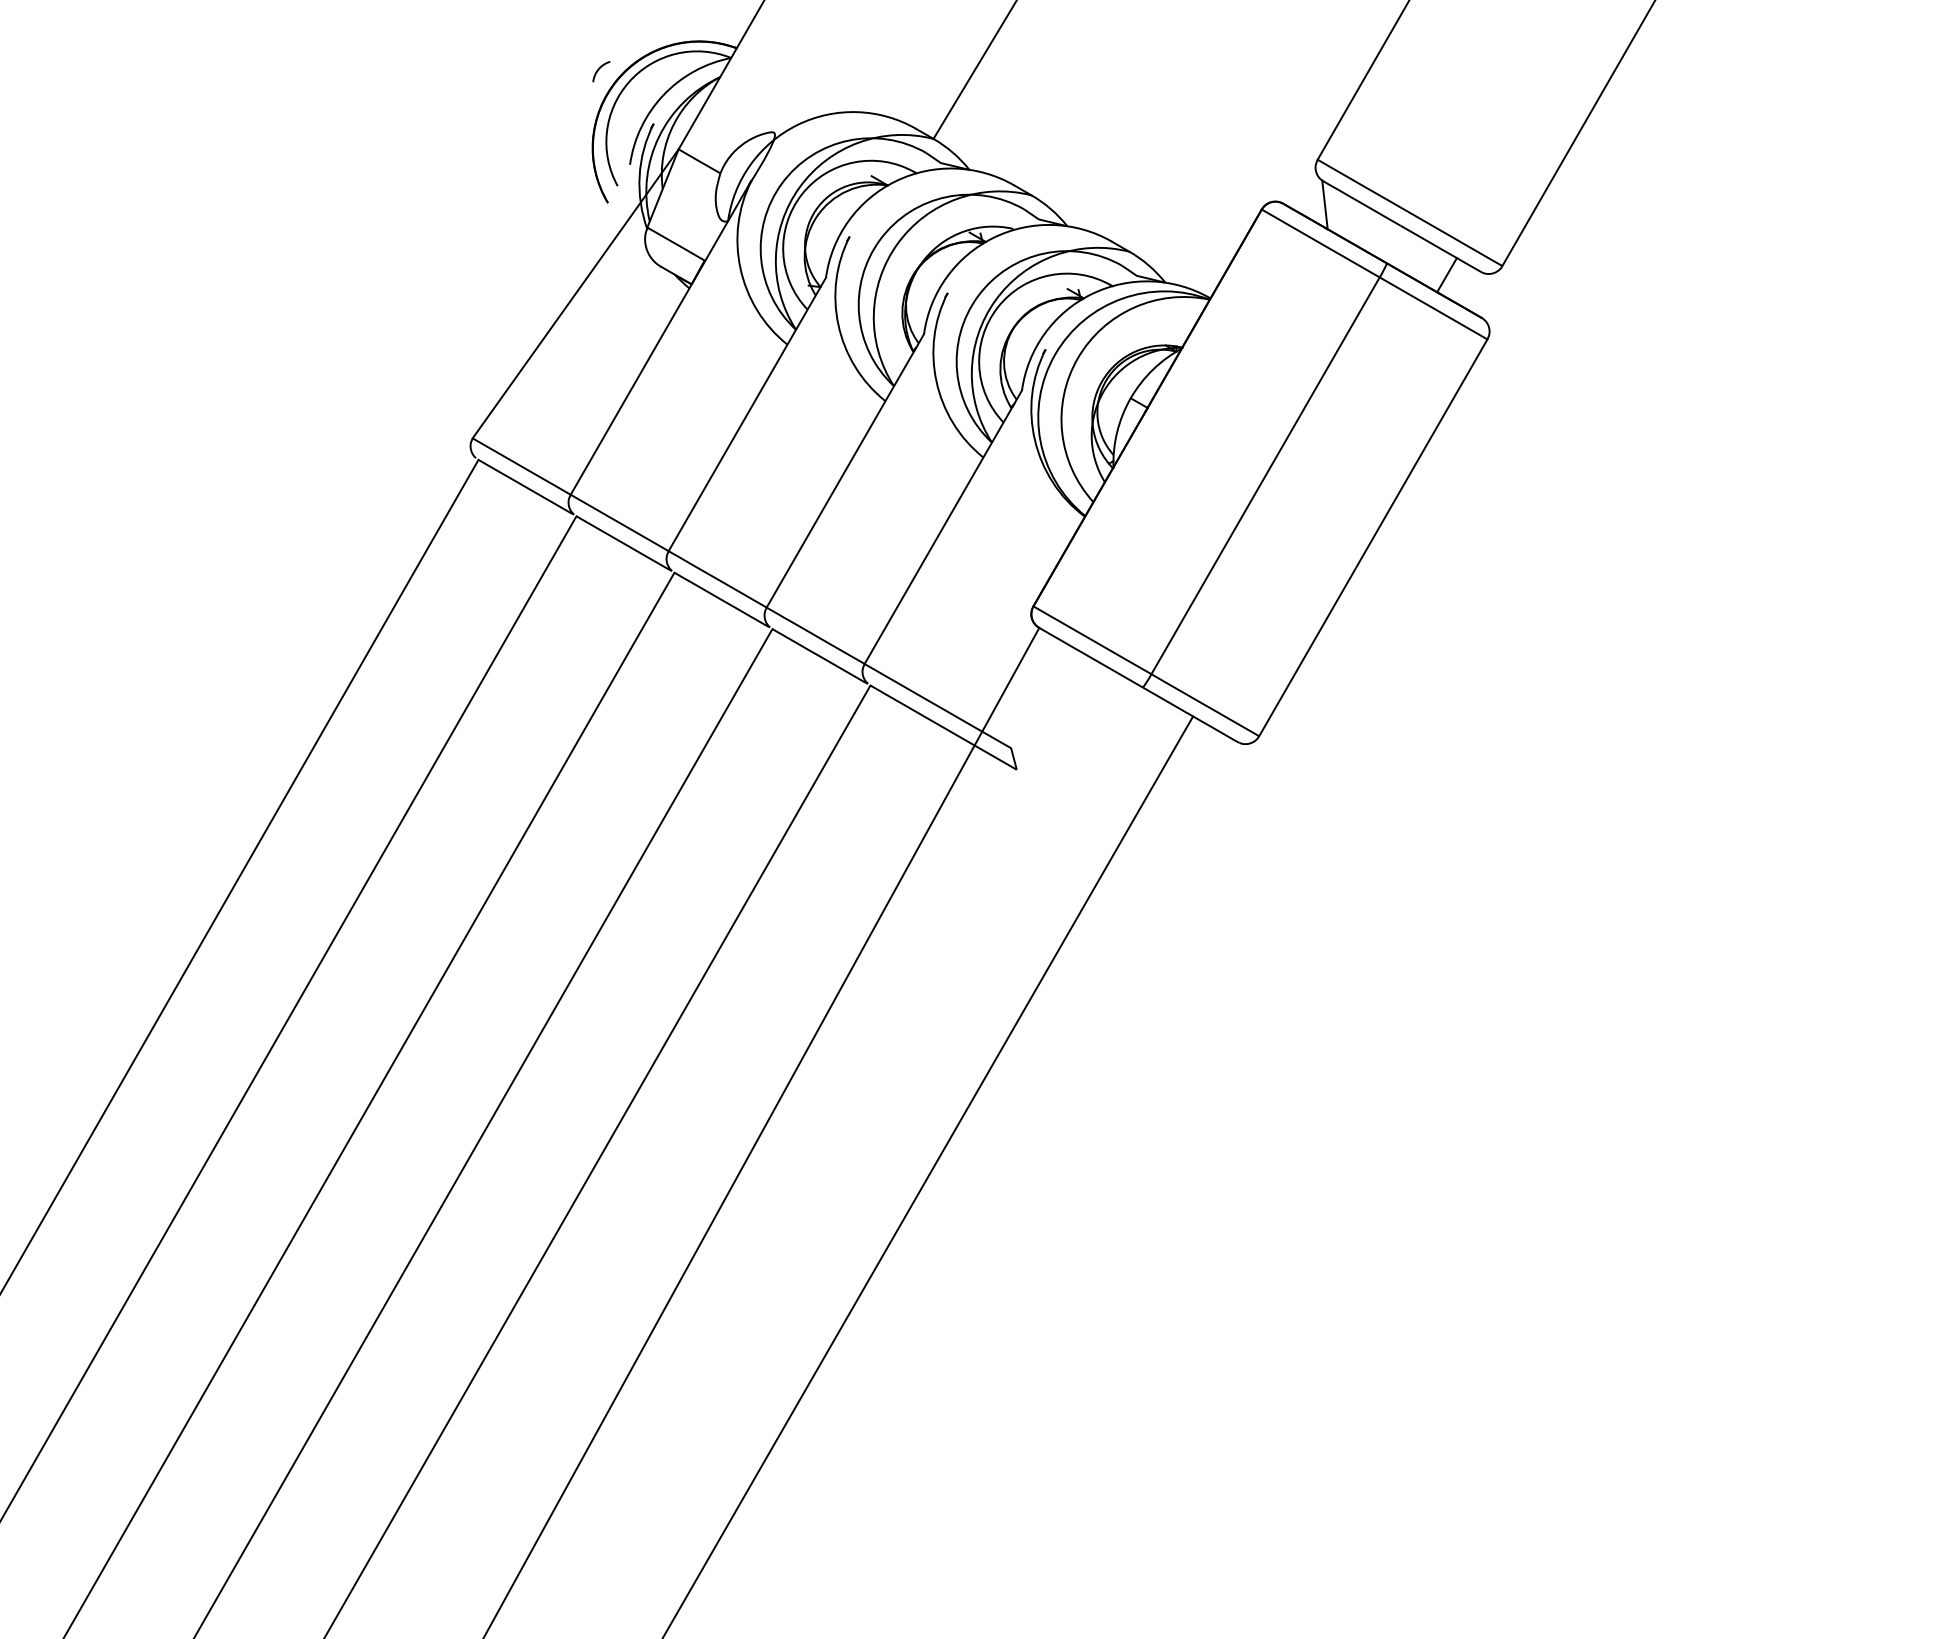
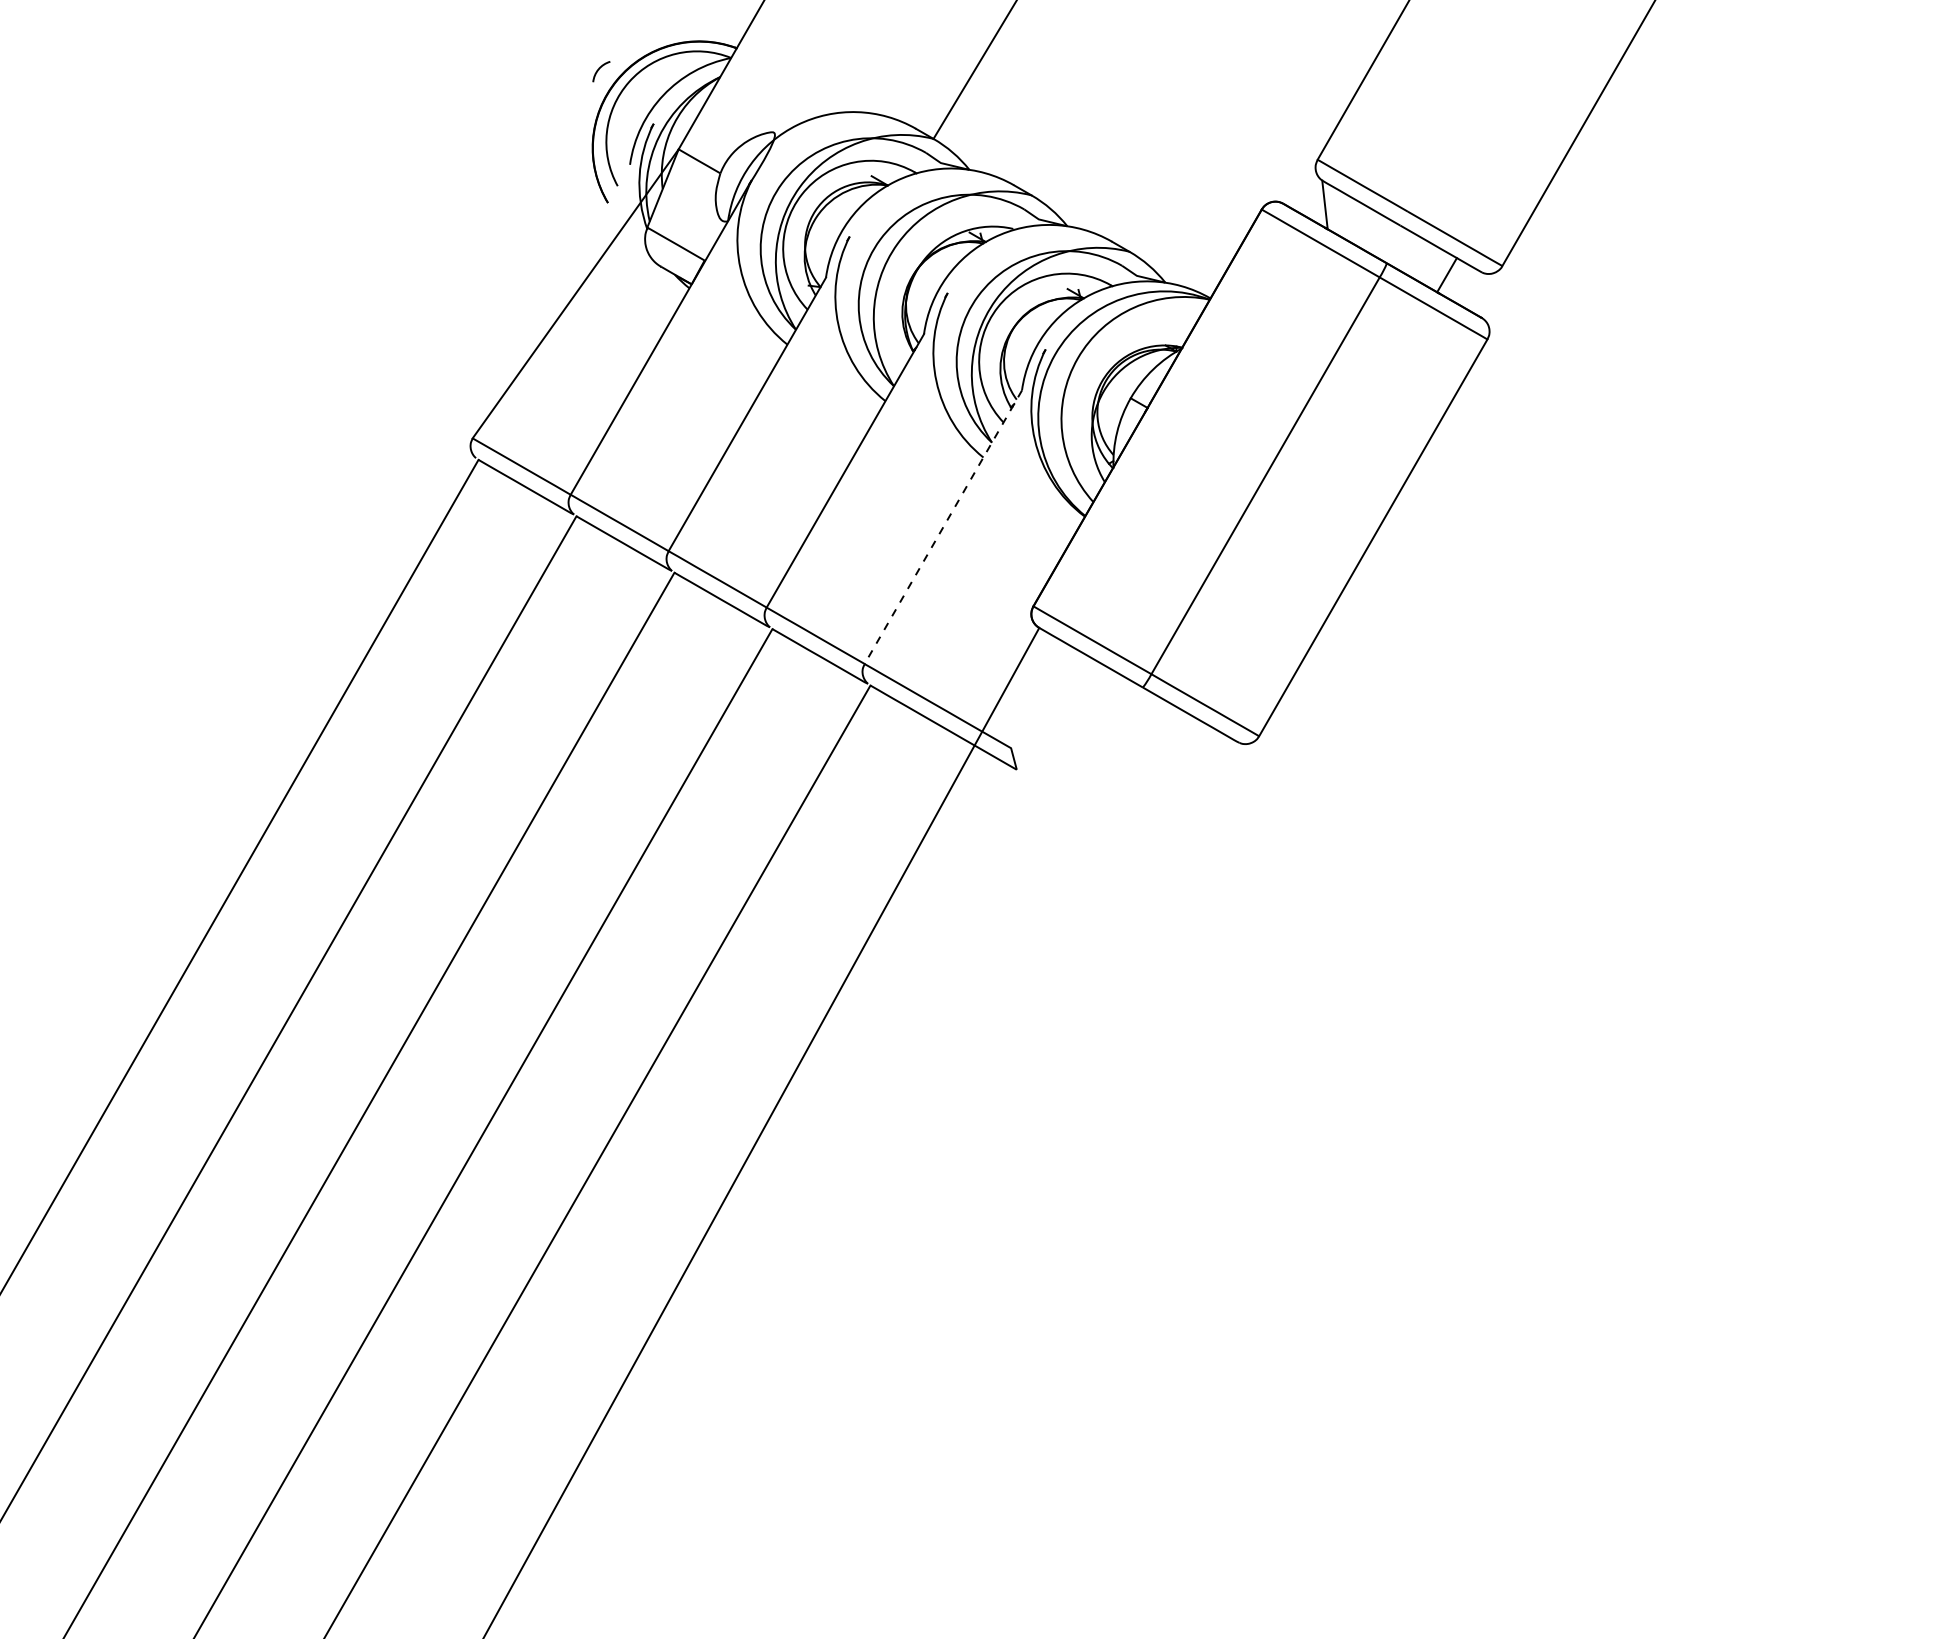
line at (943, 527): solid -> dashed
line at (928, 1175): present -> none
